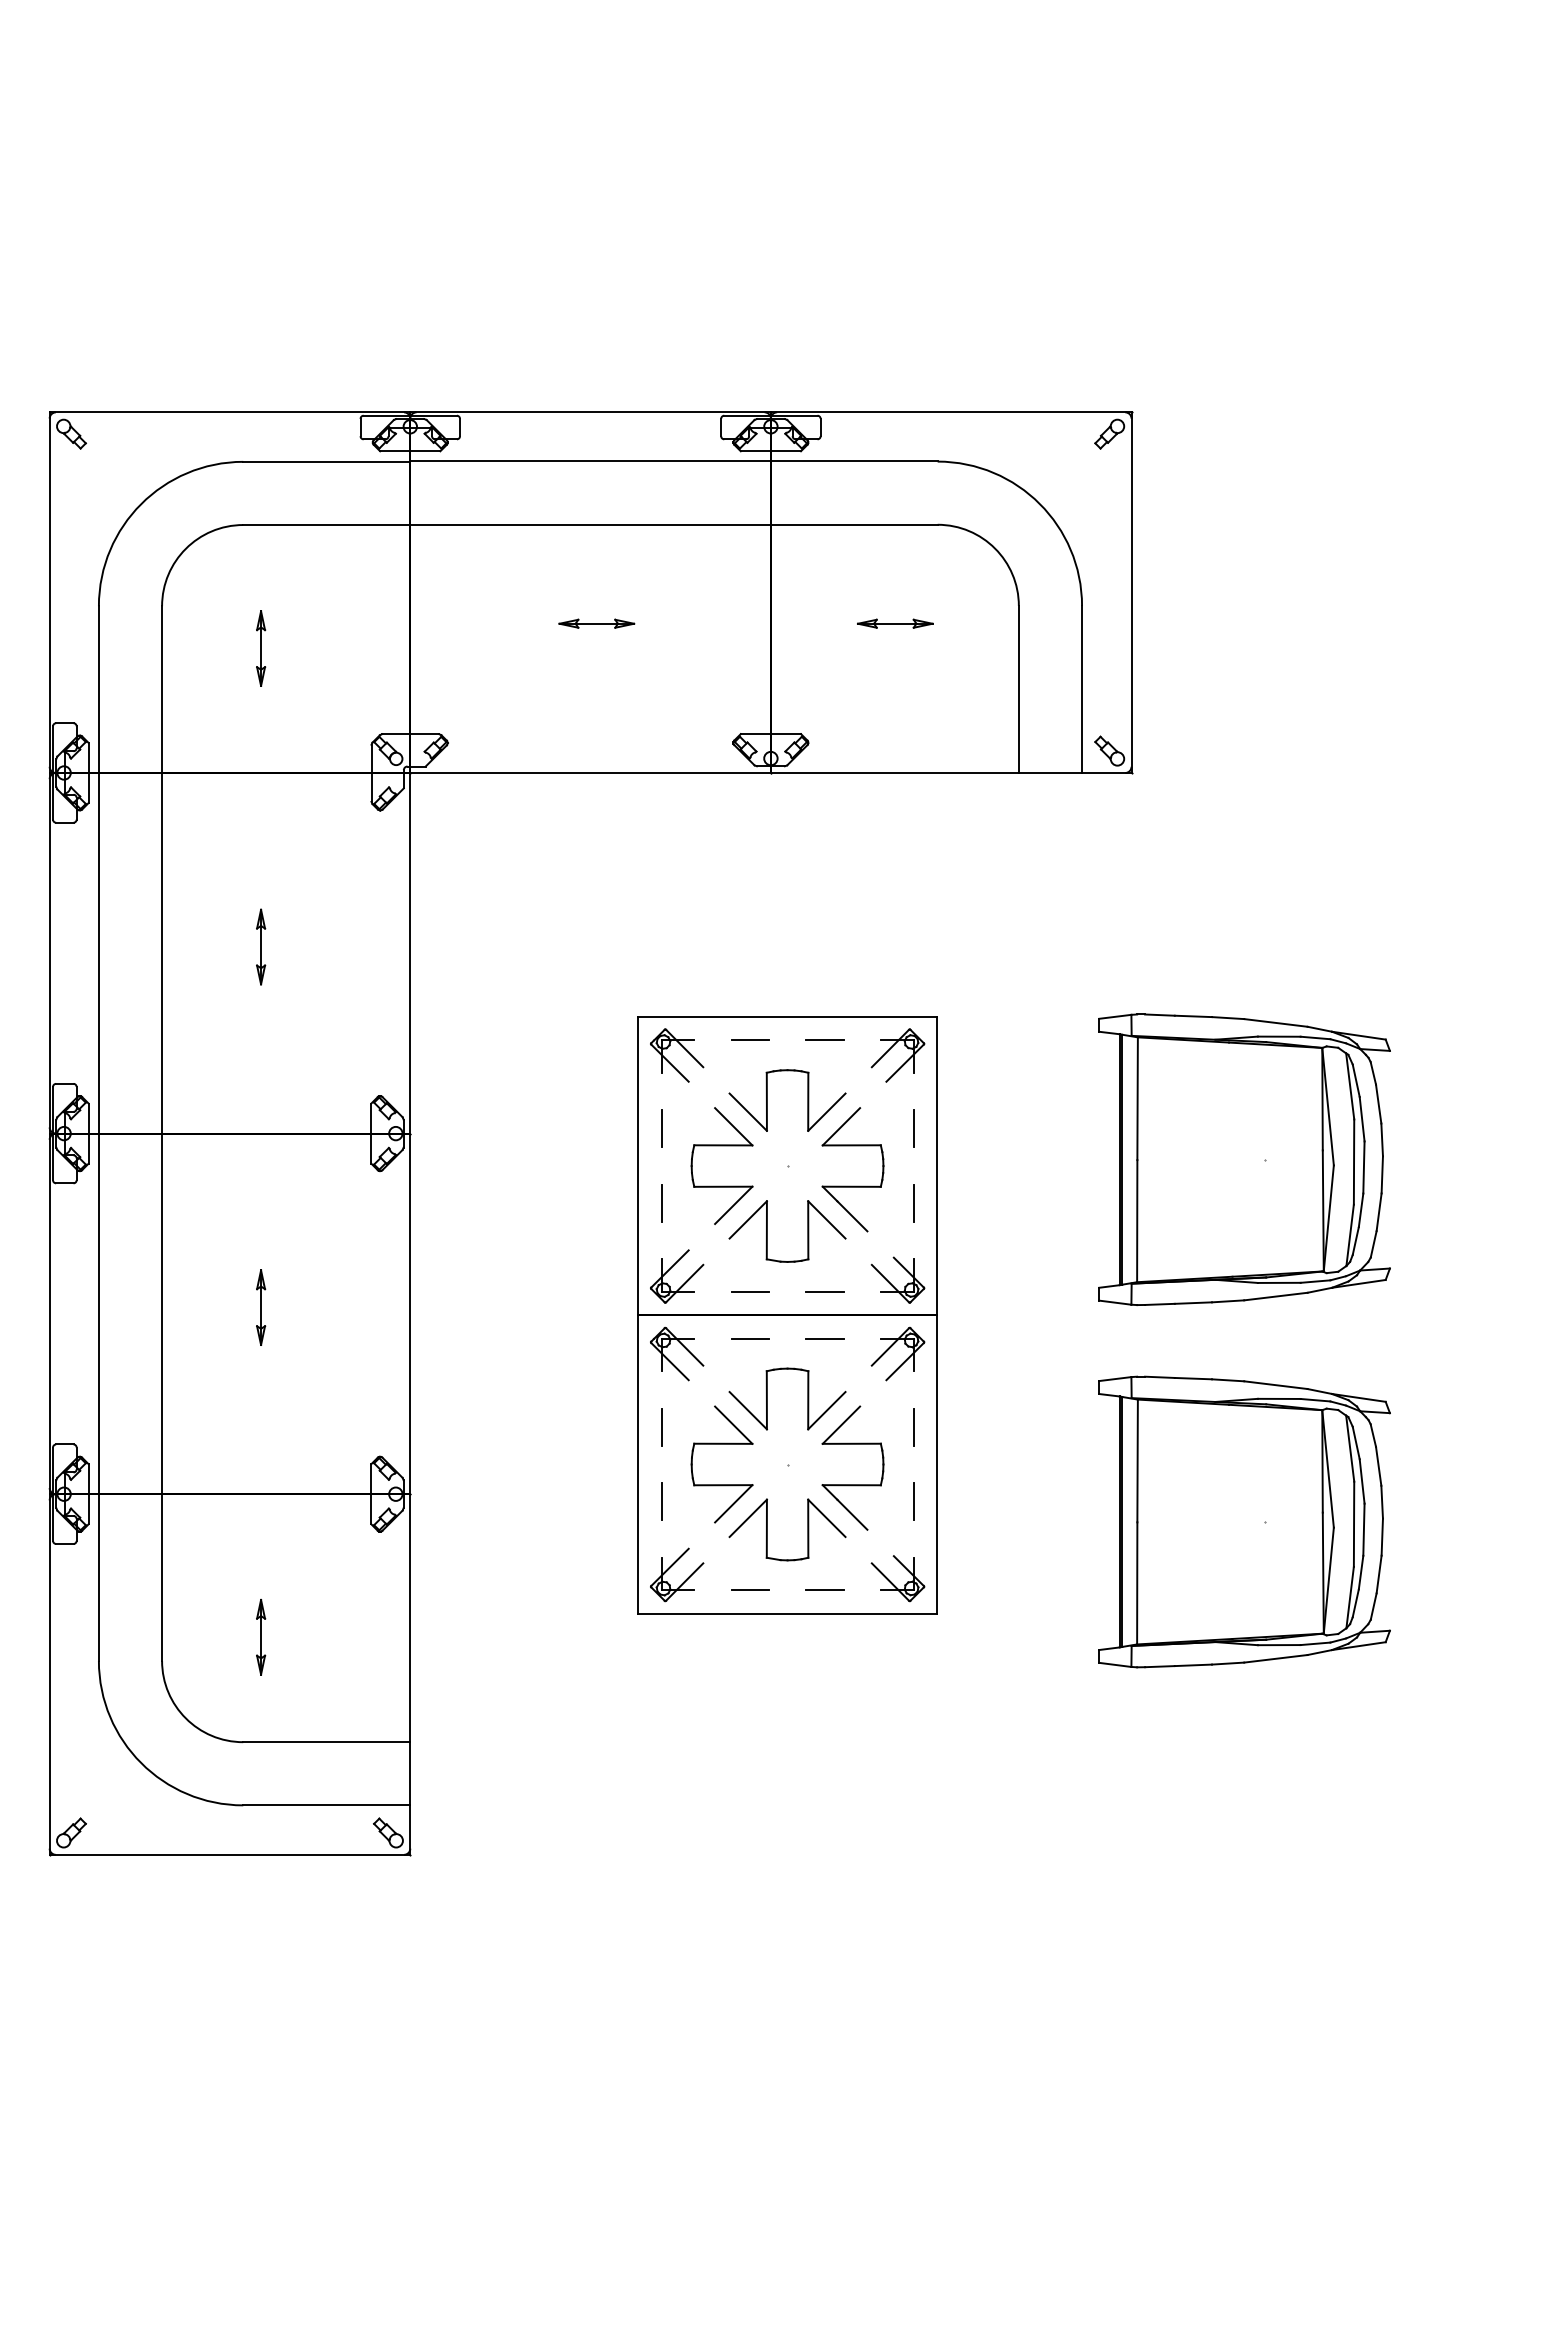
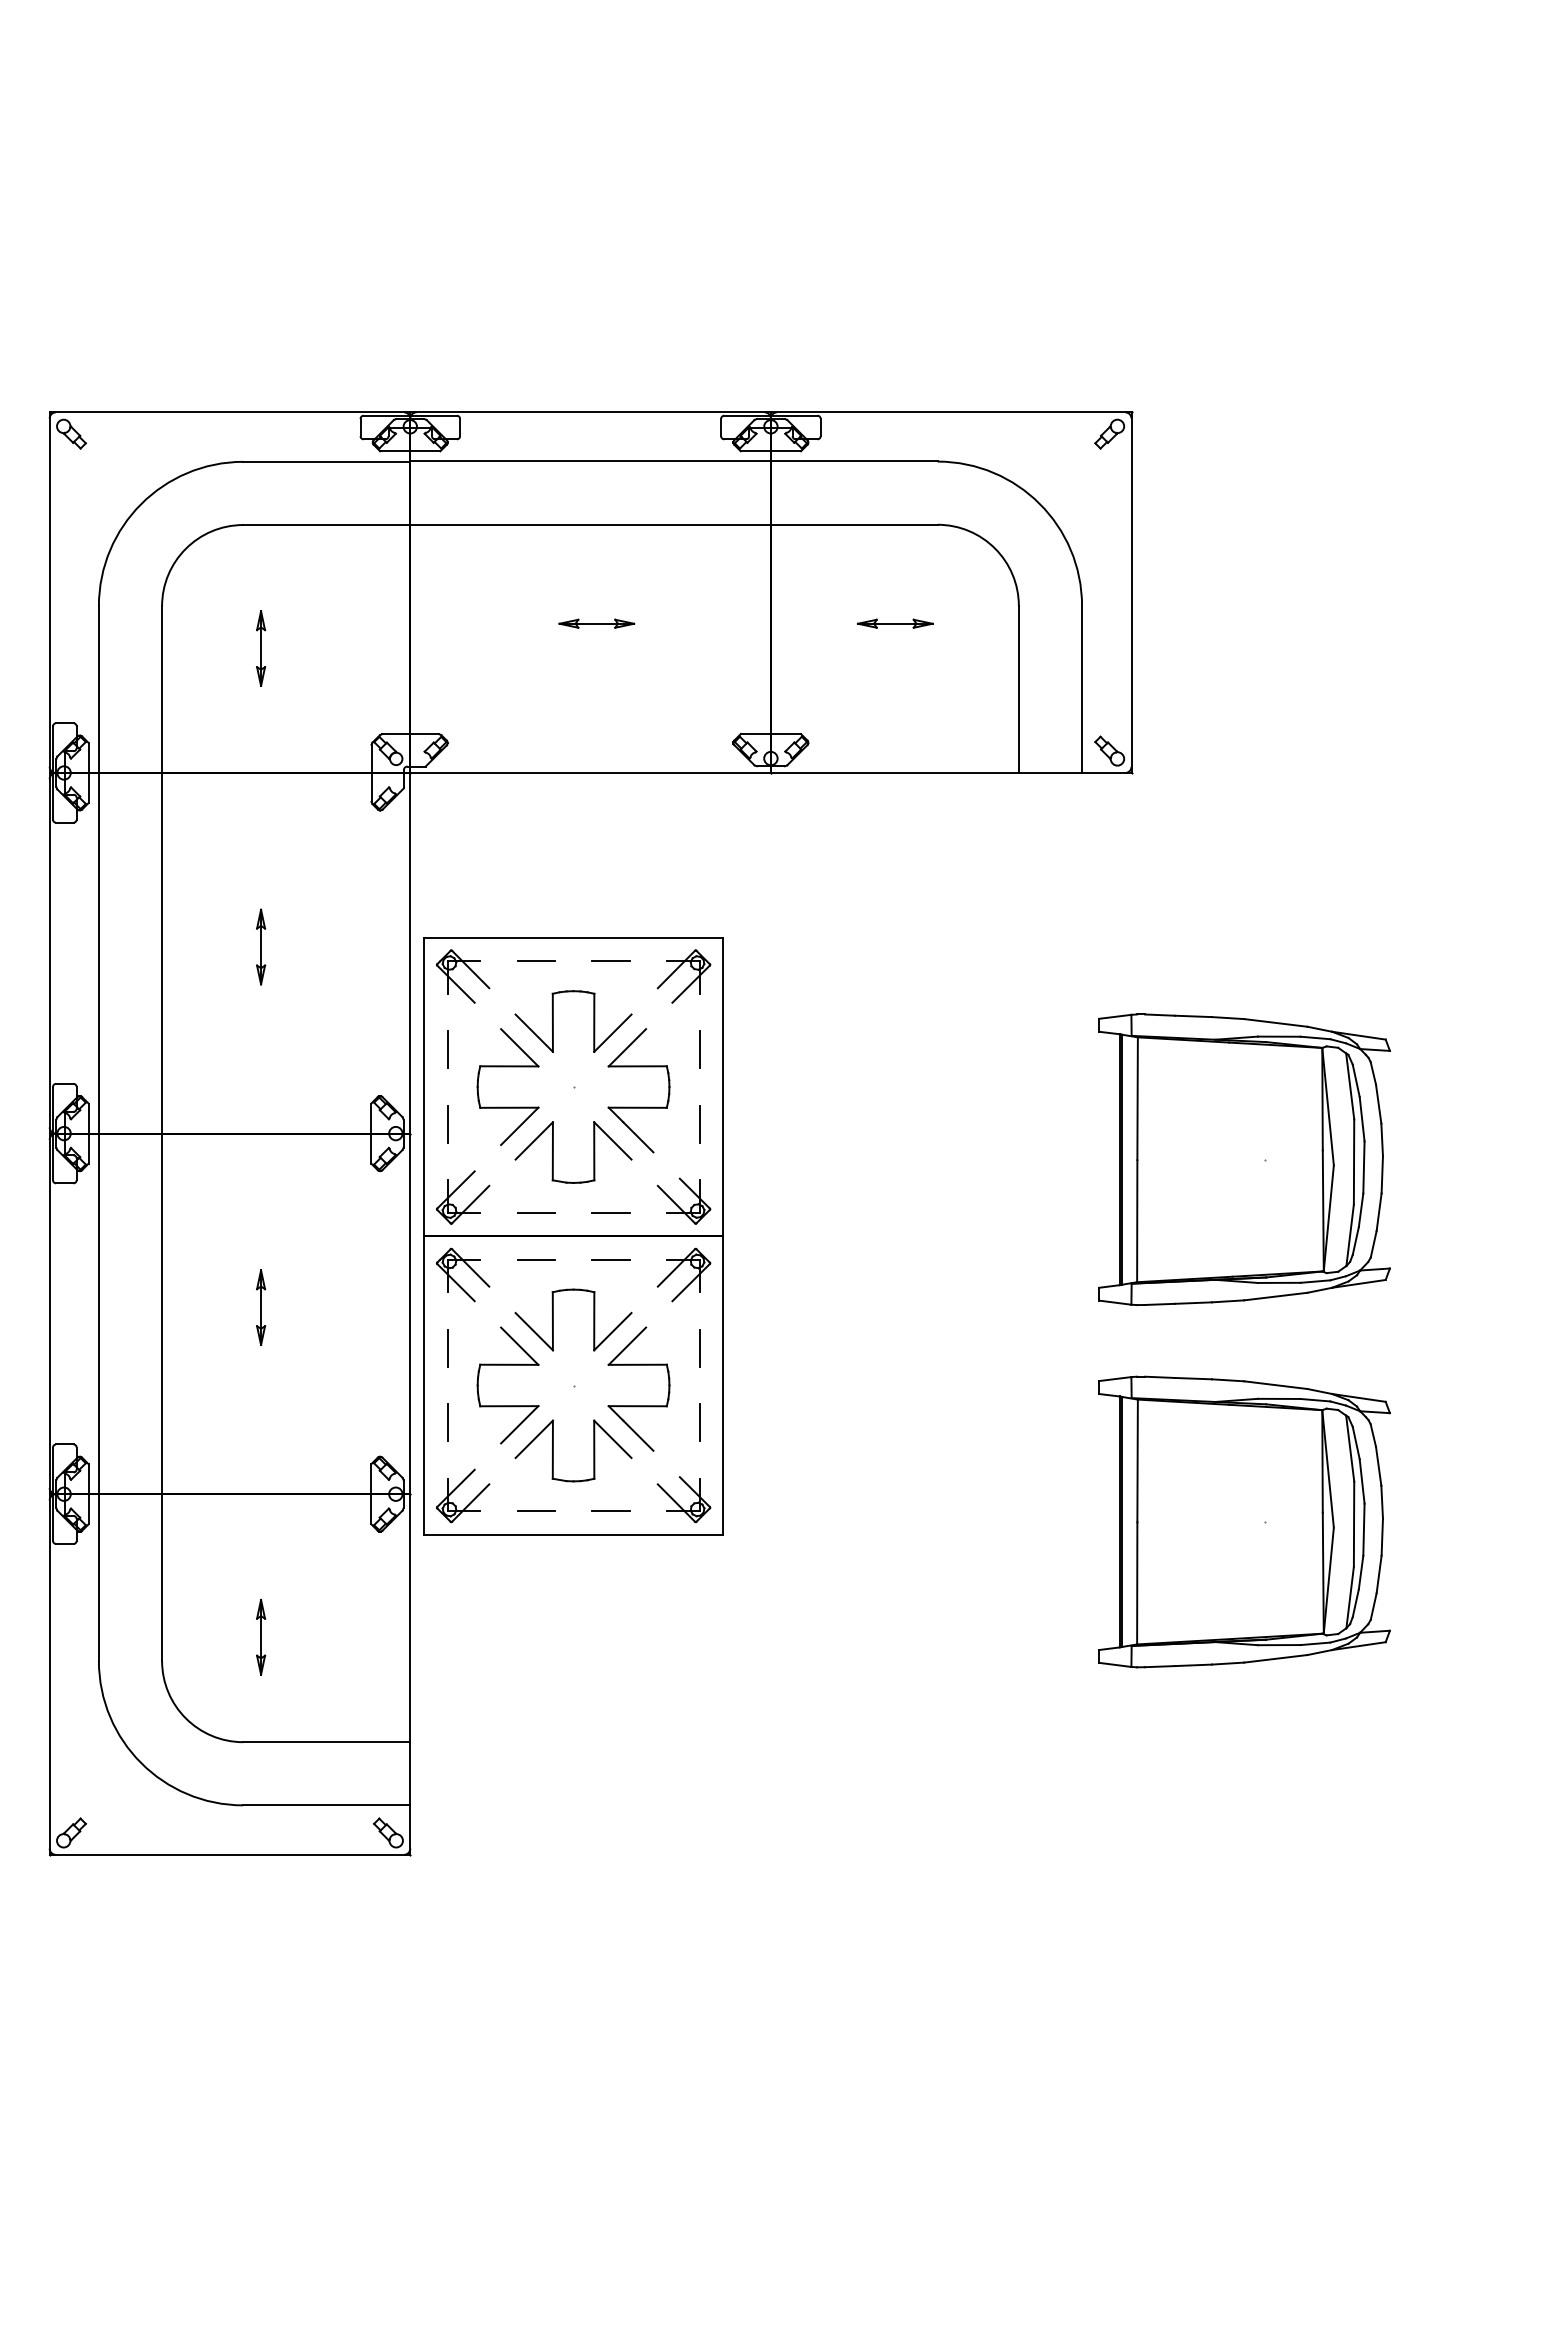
part at (787, 1315) position: (787, 1315) -> (573, 1236)
